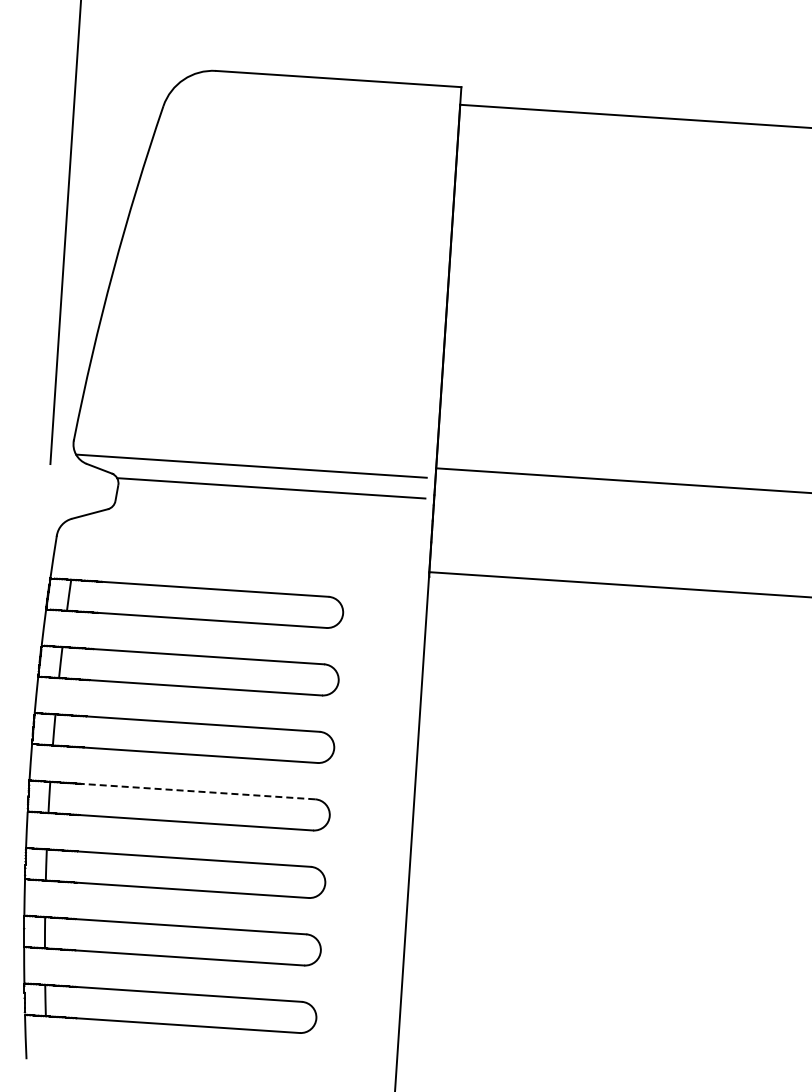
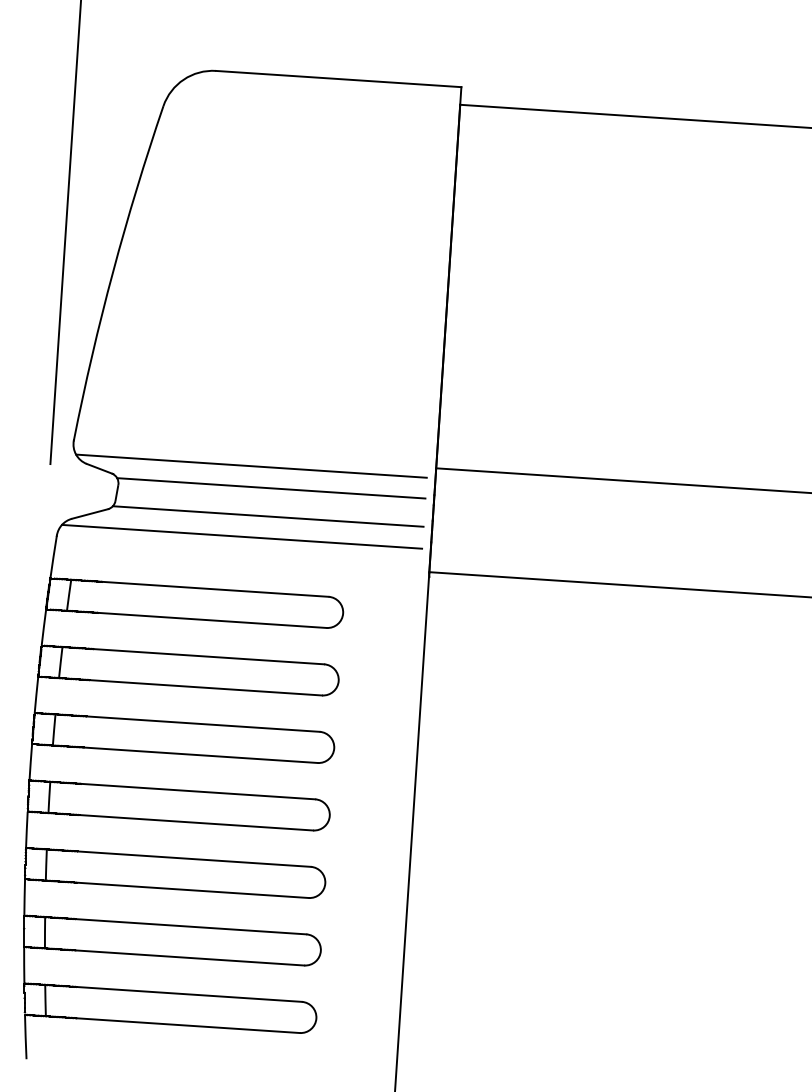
line at (267, 516): none -> present
line at (242, 536): none -> present
line at (197, 791): dashed -> solid
